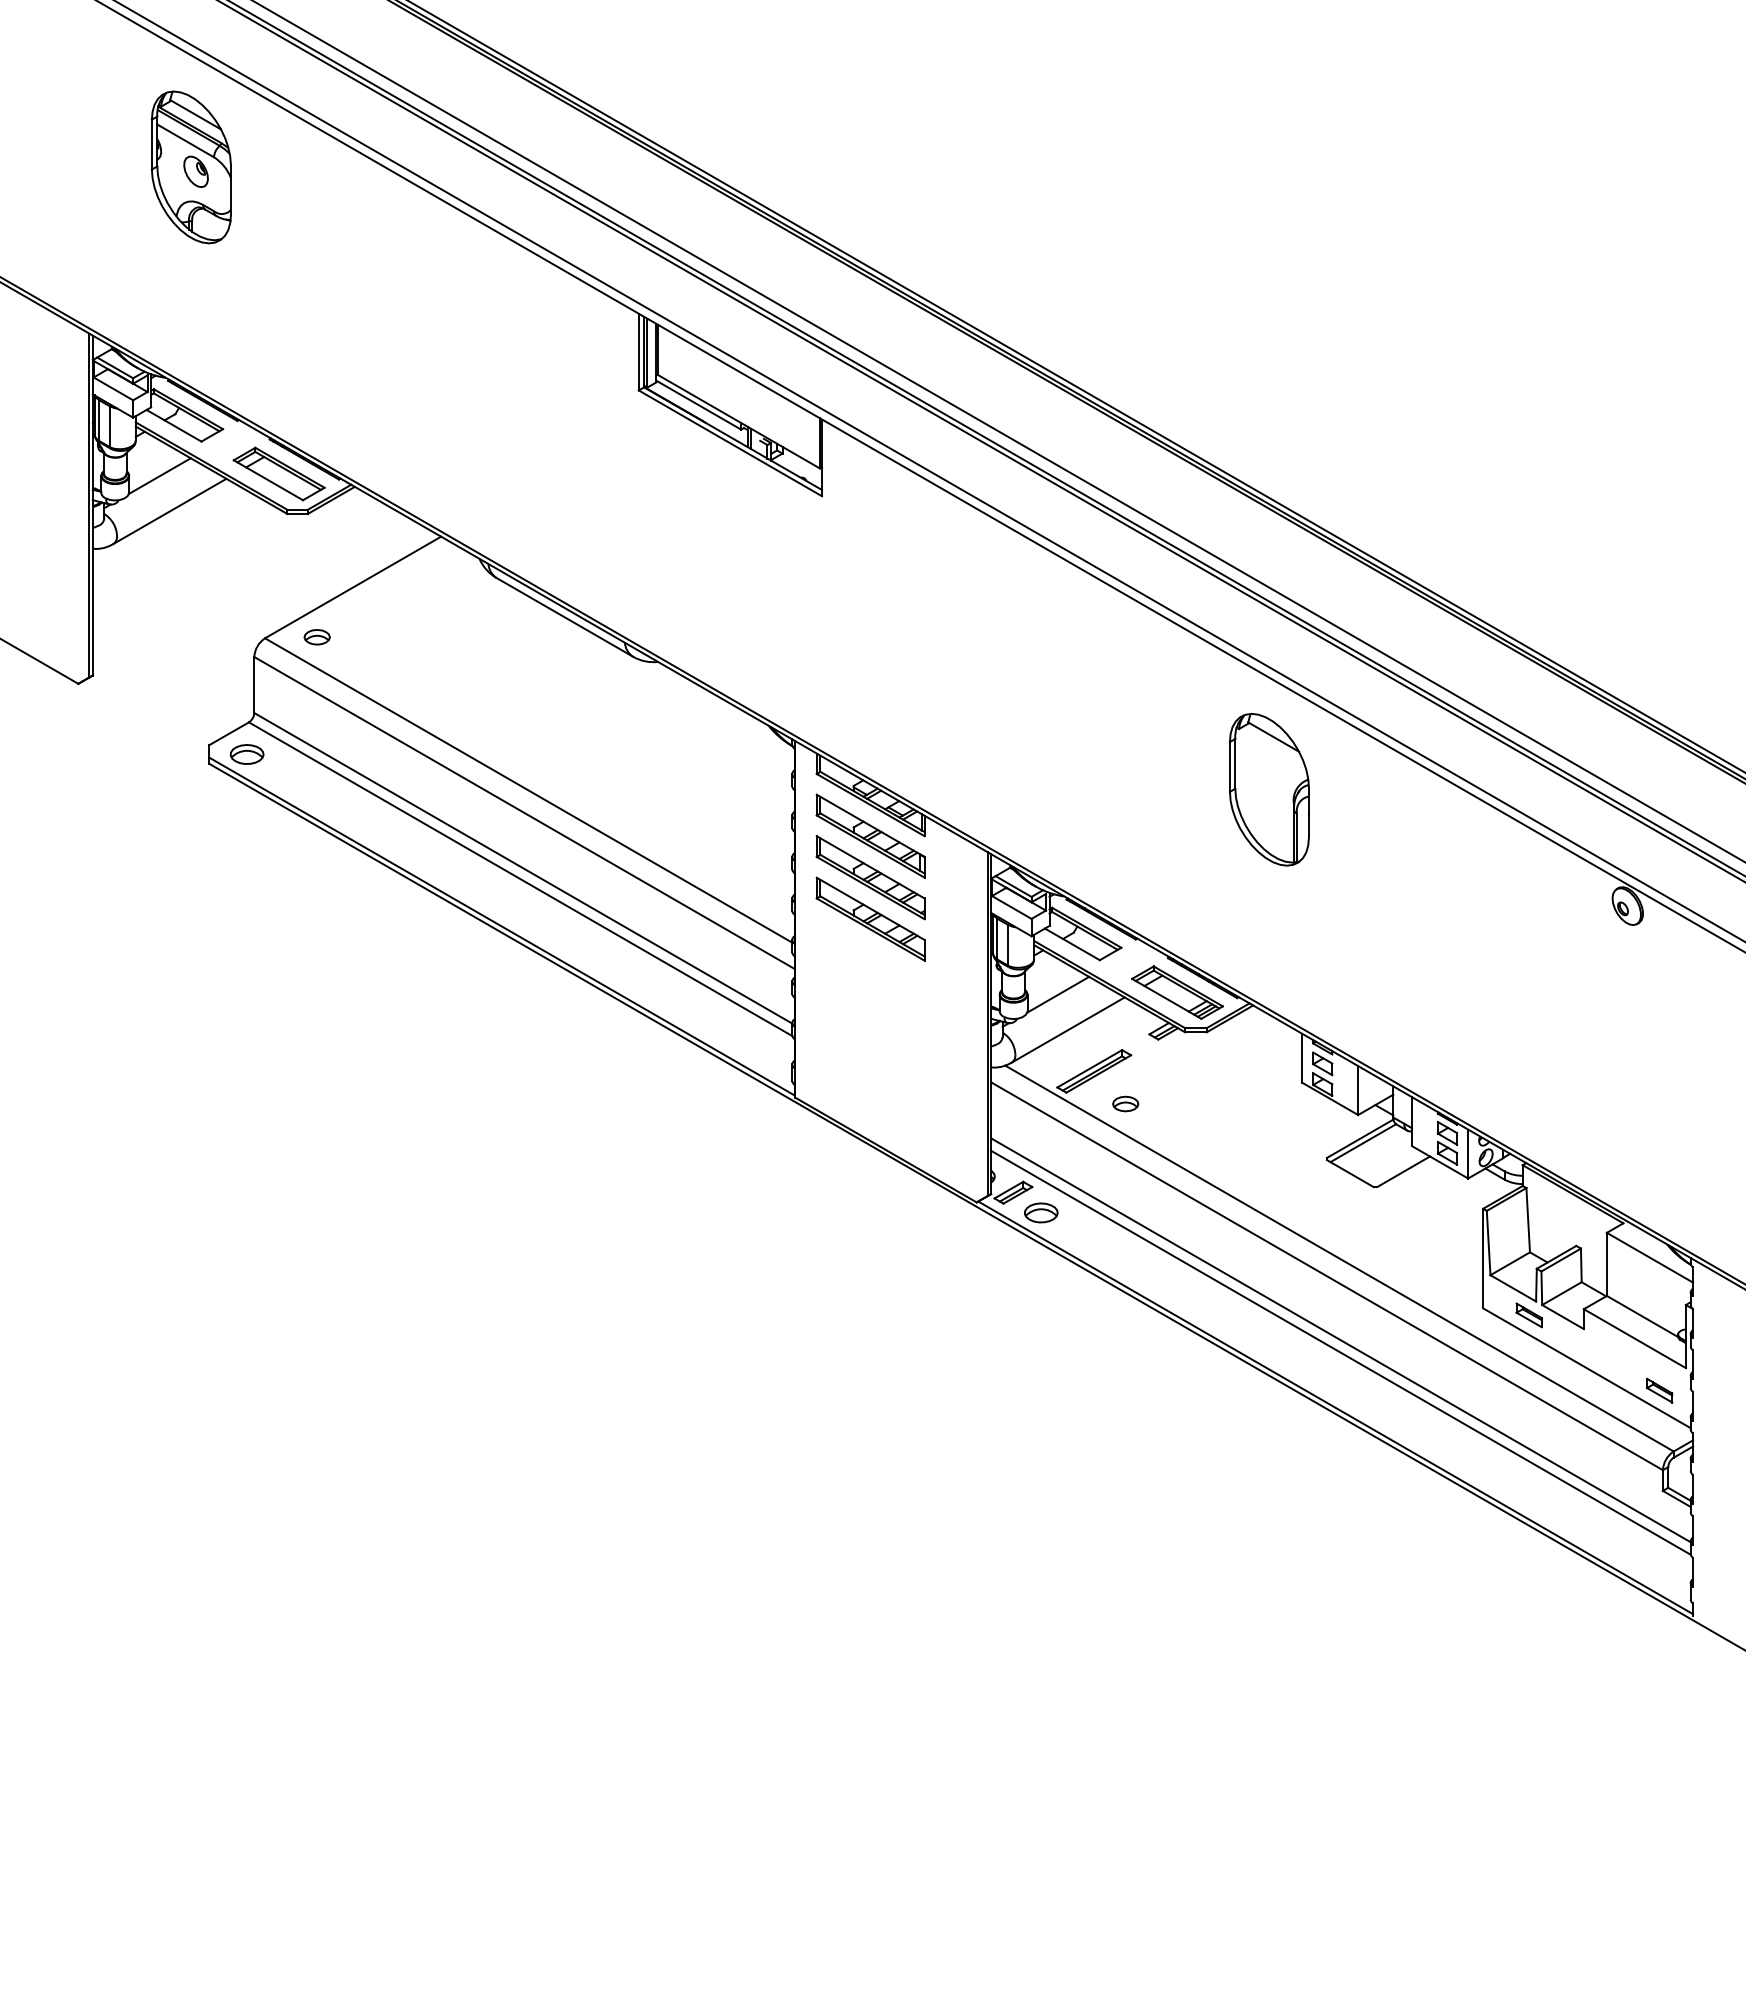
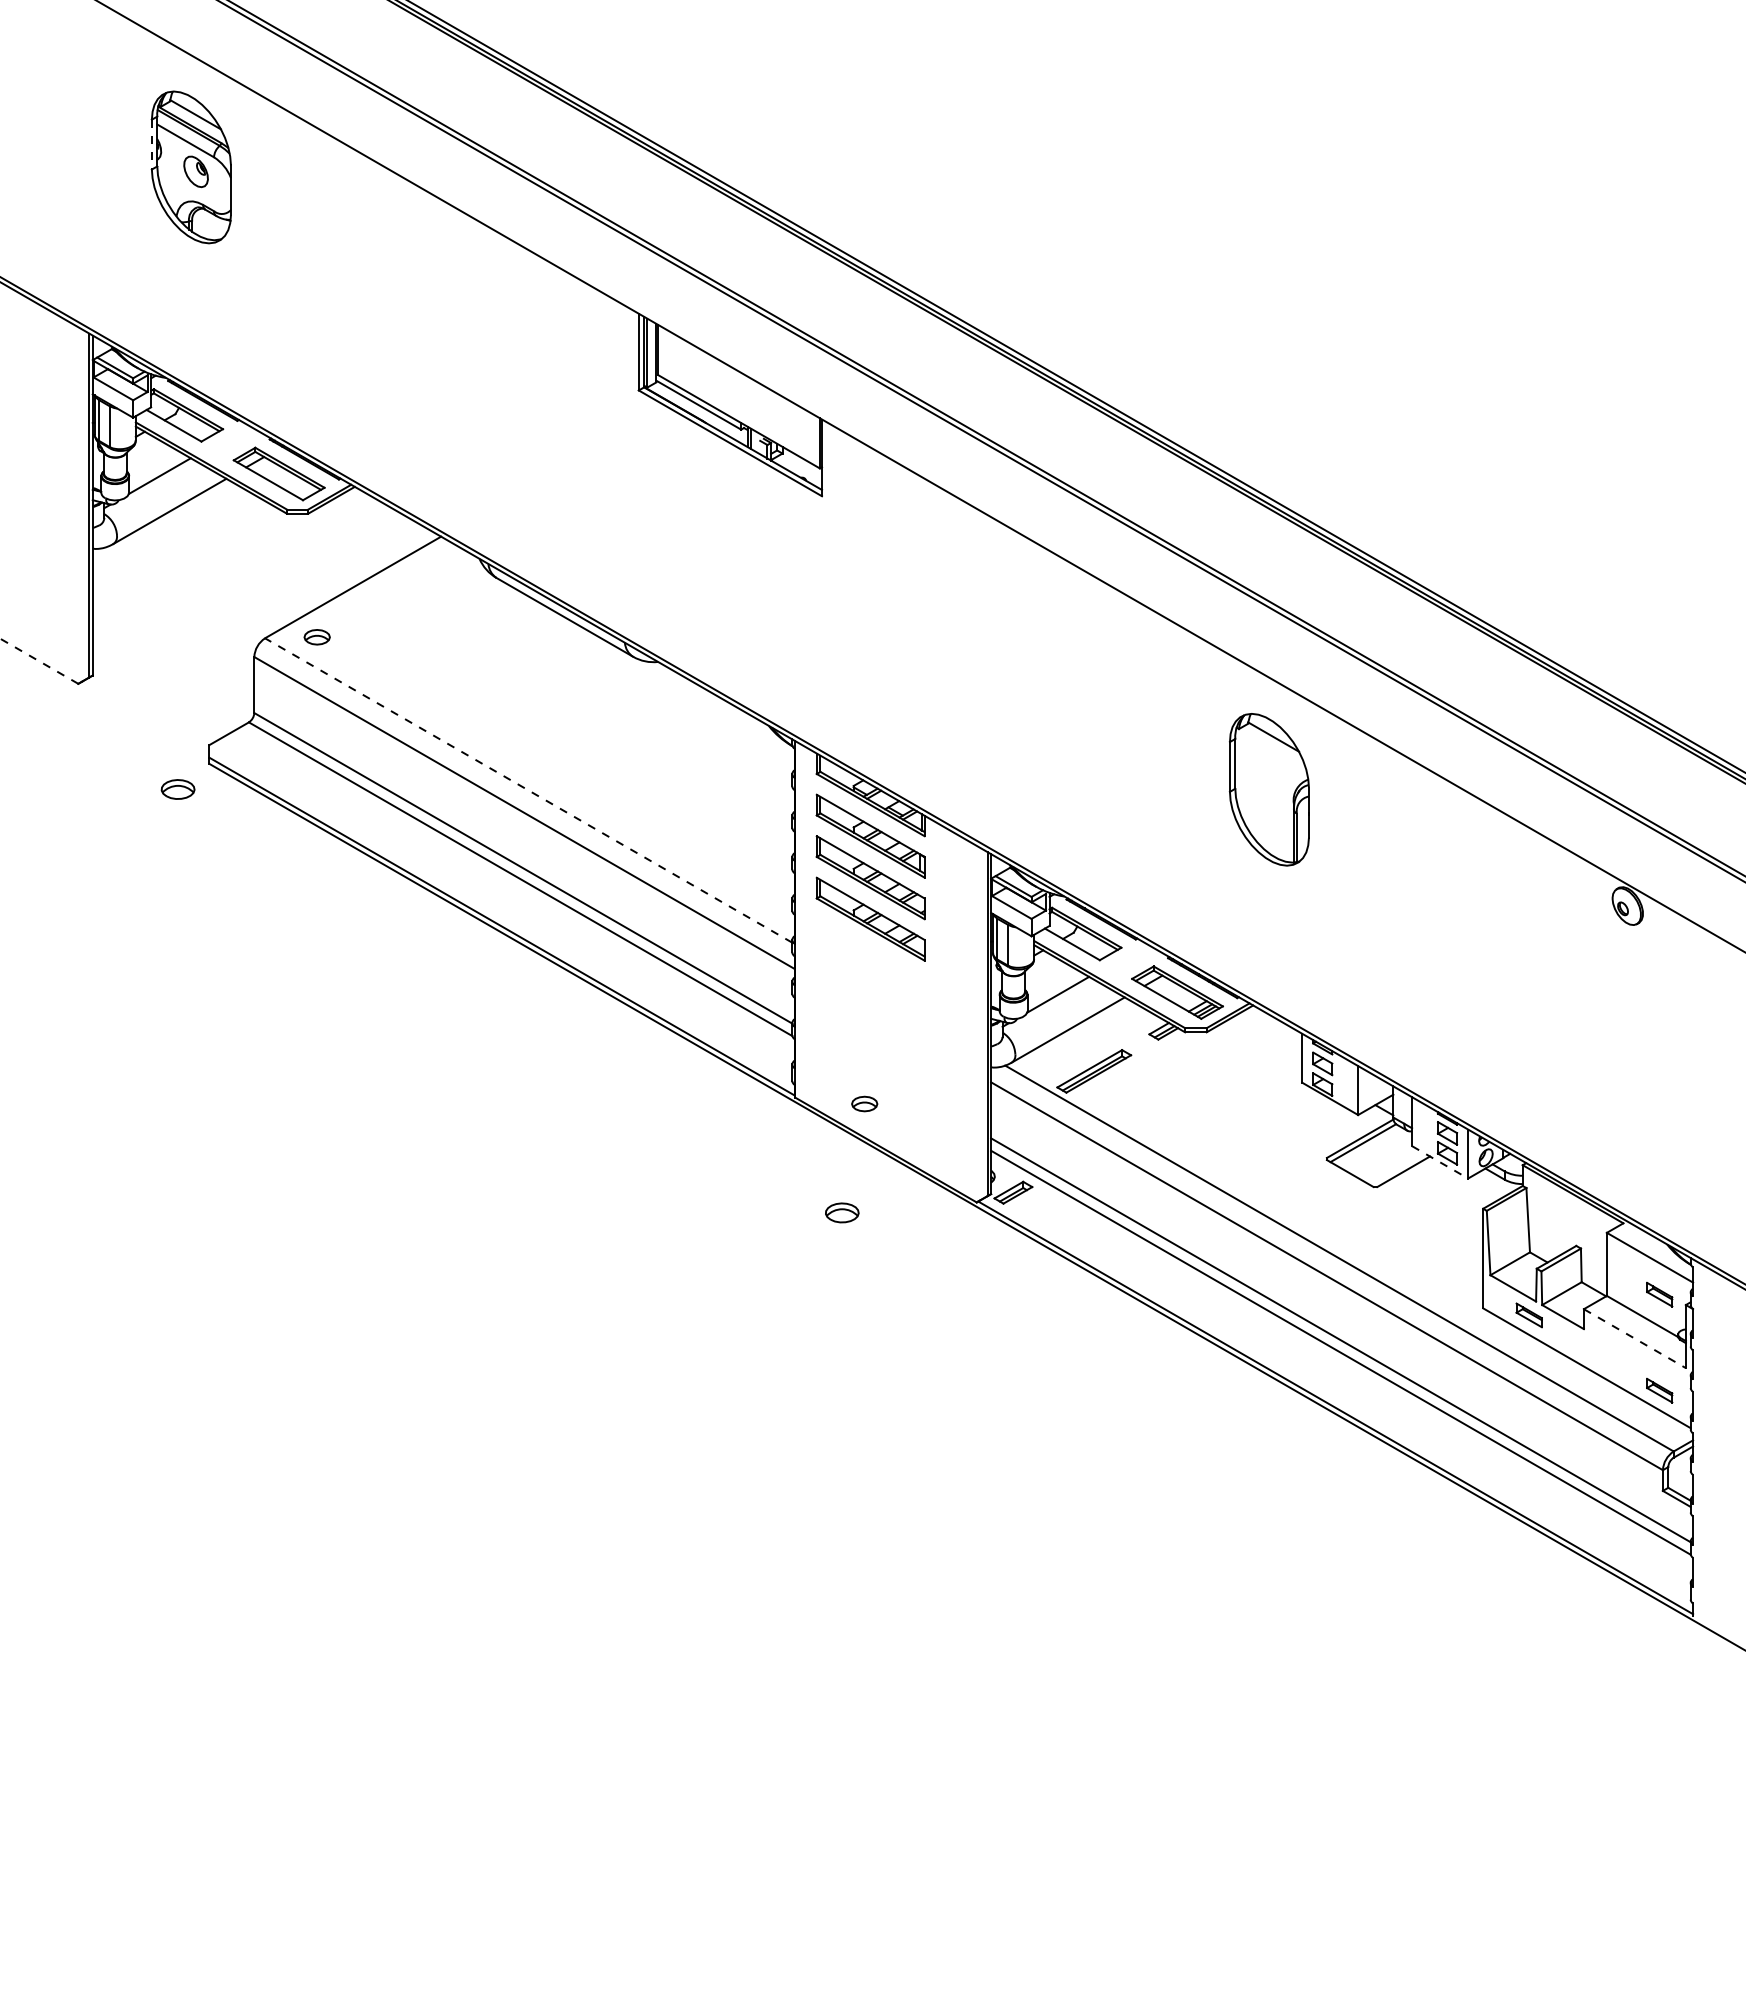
line at (151, 144): solid -> dashed
line at (998, 431): present -> none
line at (929, 471): present -> none
line at (39, 661): solid -> dashed
part at (246, 754) position: (246, 754) -> (177, 789)
line at (528, 790): solid -> dashed
part at (1125, 1103) position: (1125, 1103) -> (864, 1103)
line at (1440, 1162): solid -> dashed
part at (1041, 1212) position: (1041, 1212) -> (842, 1212)
part at (1659, 1294): none -> present
line at (1634, 1338): solid -> dashed
